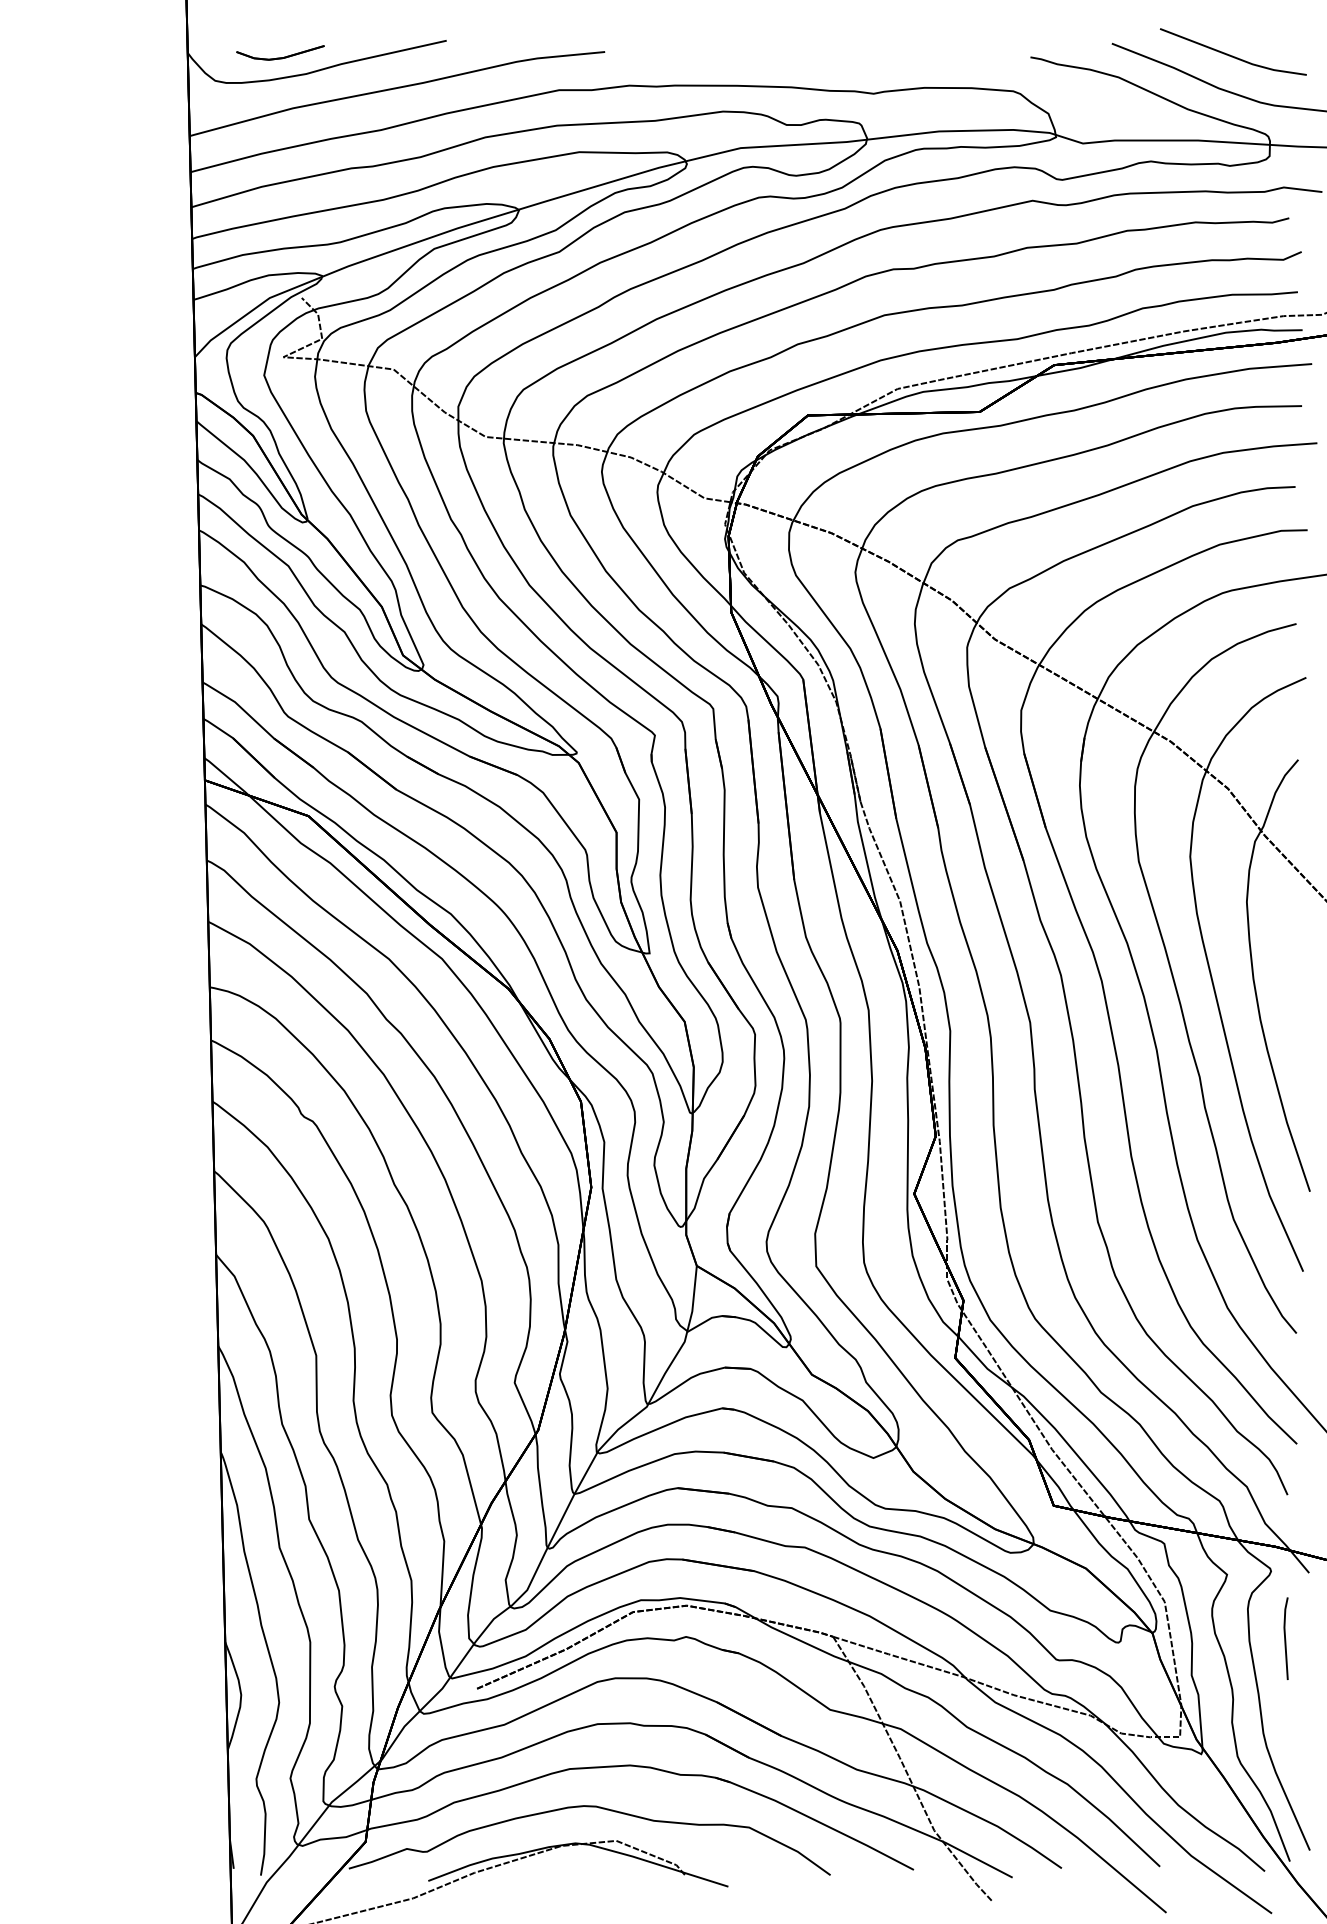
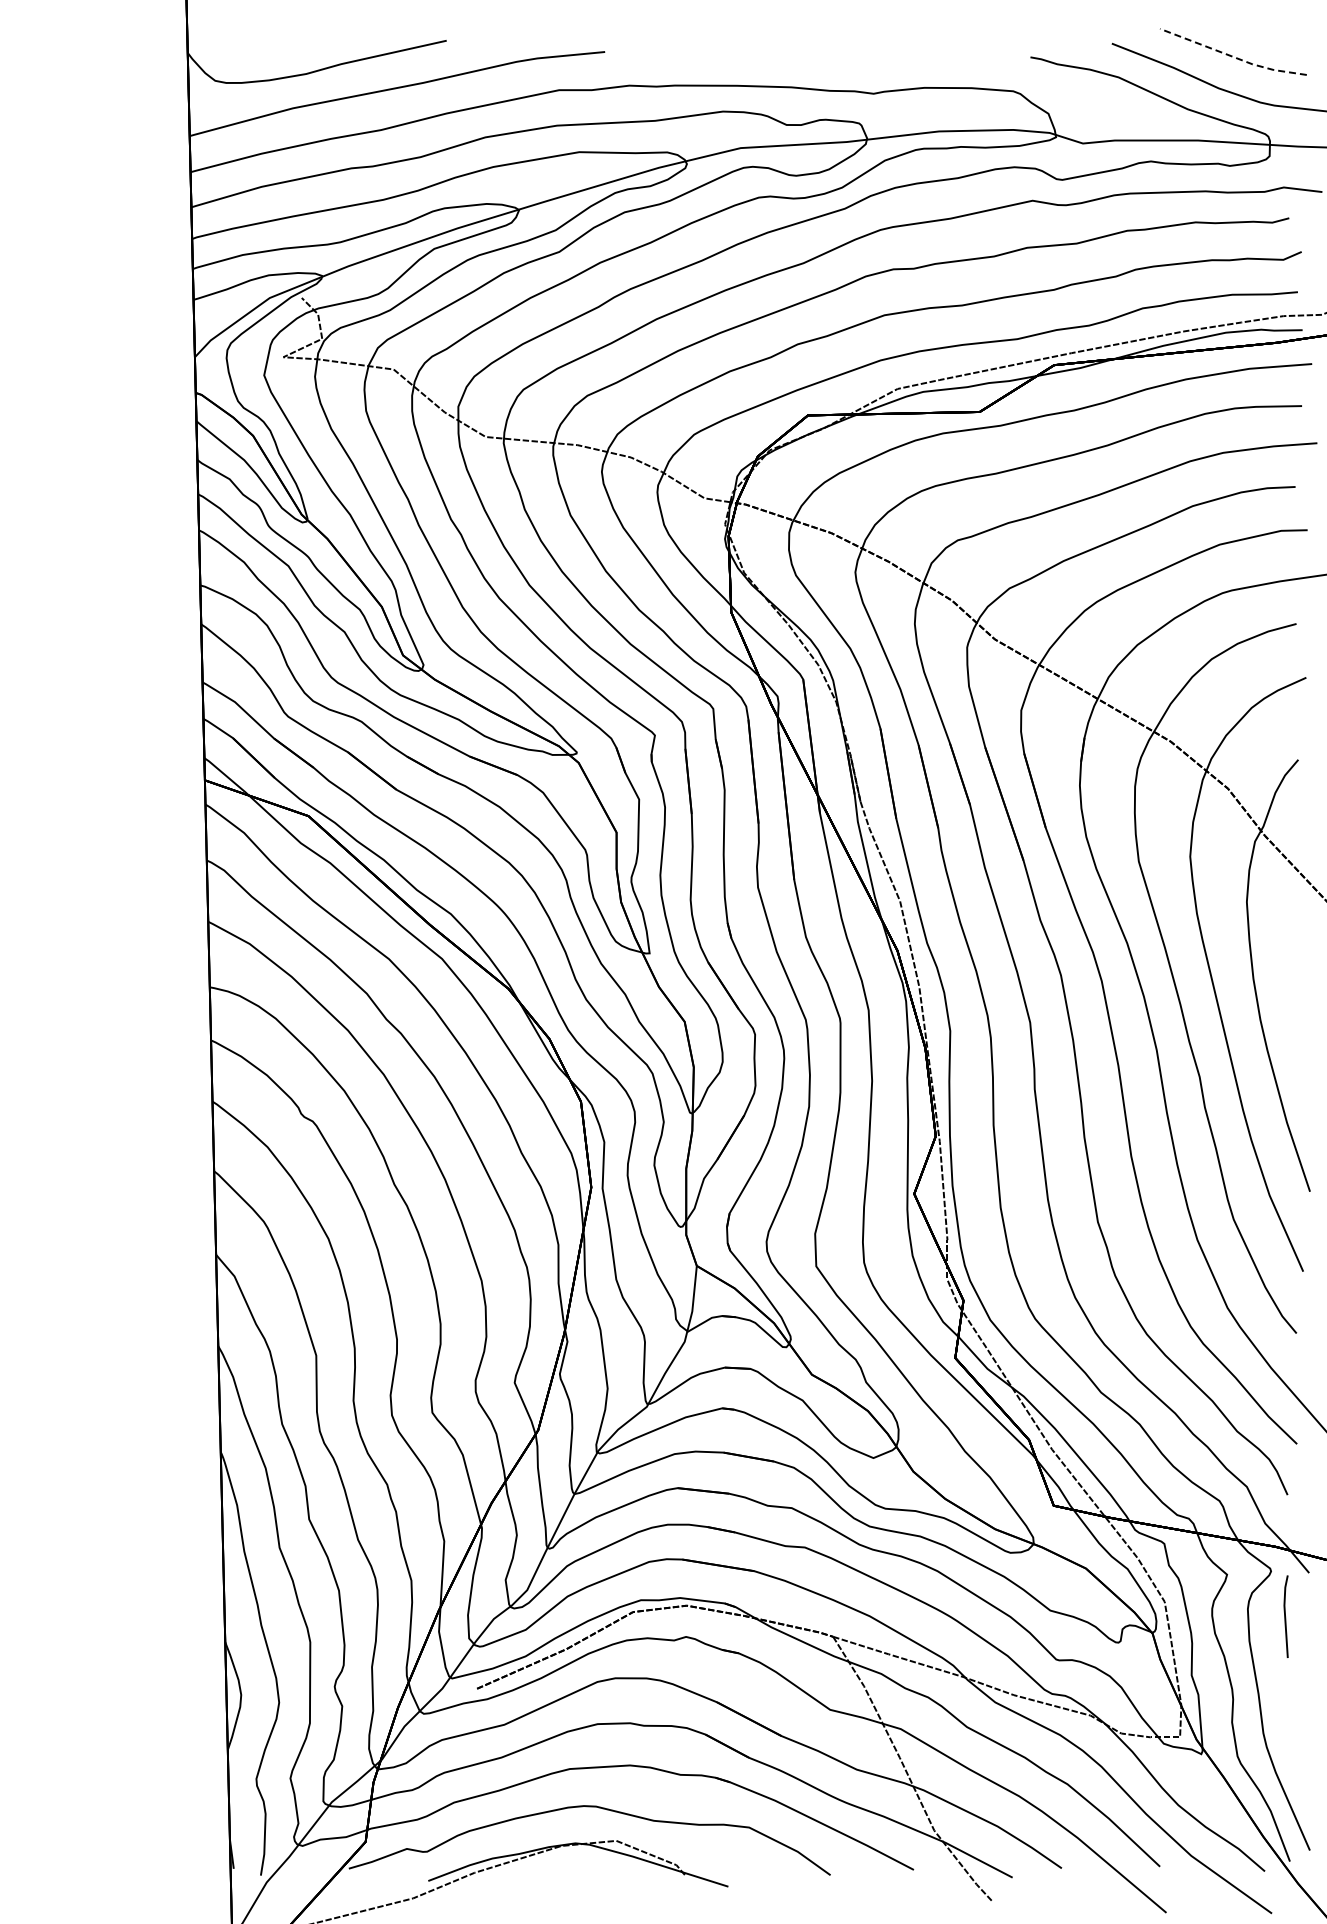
part at (280, 52): present -> none
line at (1233, 56): solid -> dashed
line at (1285, 1638) position: (1285, 1638) -> (1285, 1616)
